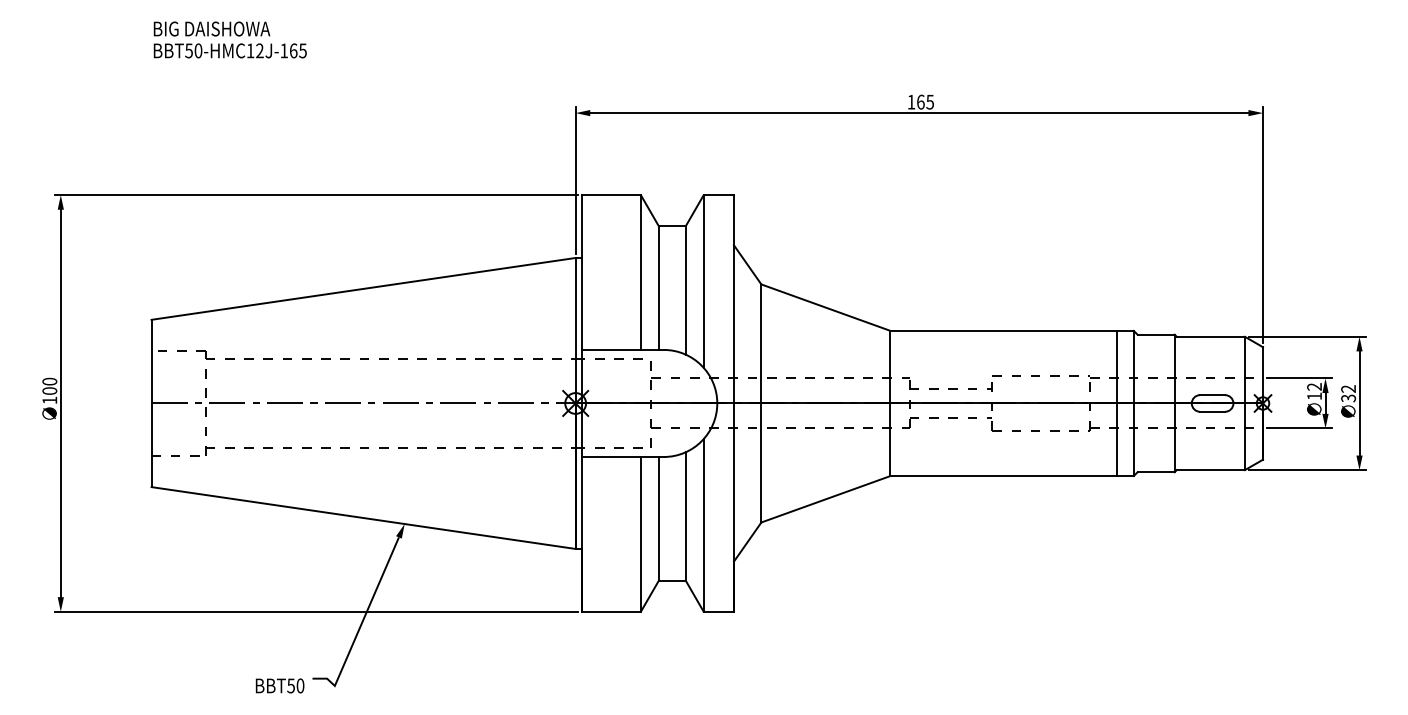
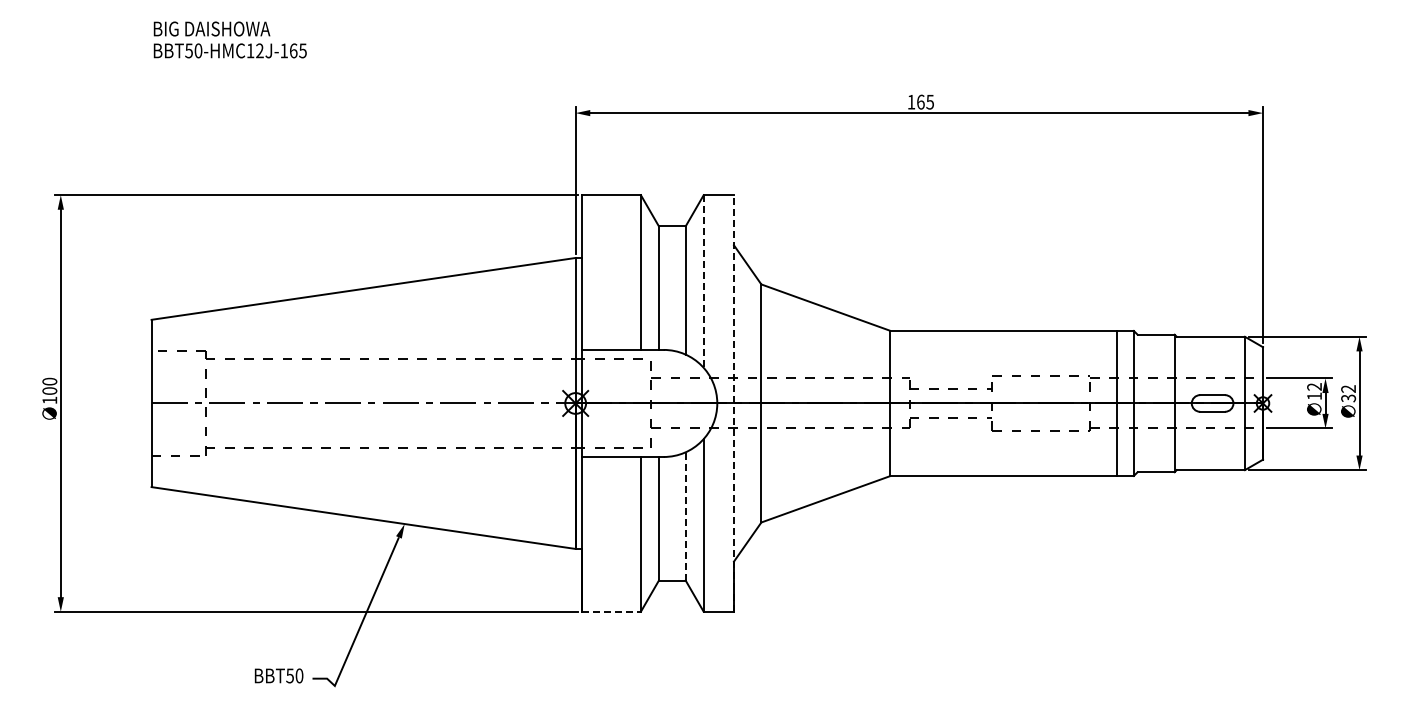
line at (703, 282): solid -> dashed
line at (733, 402): solid -> dashed
line at (685, 515): solid -> dashed
line at (611, 611): solid -> dashed
text at (279, 685) position: (279, 685) -> (278, 675)
